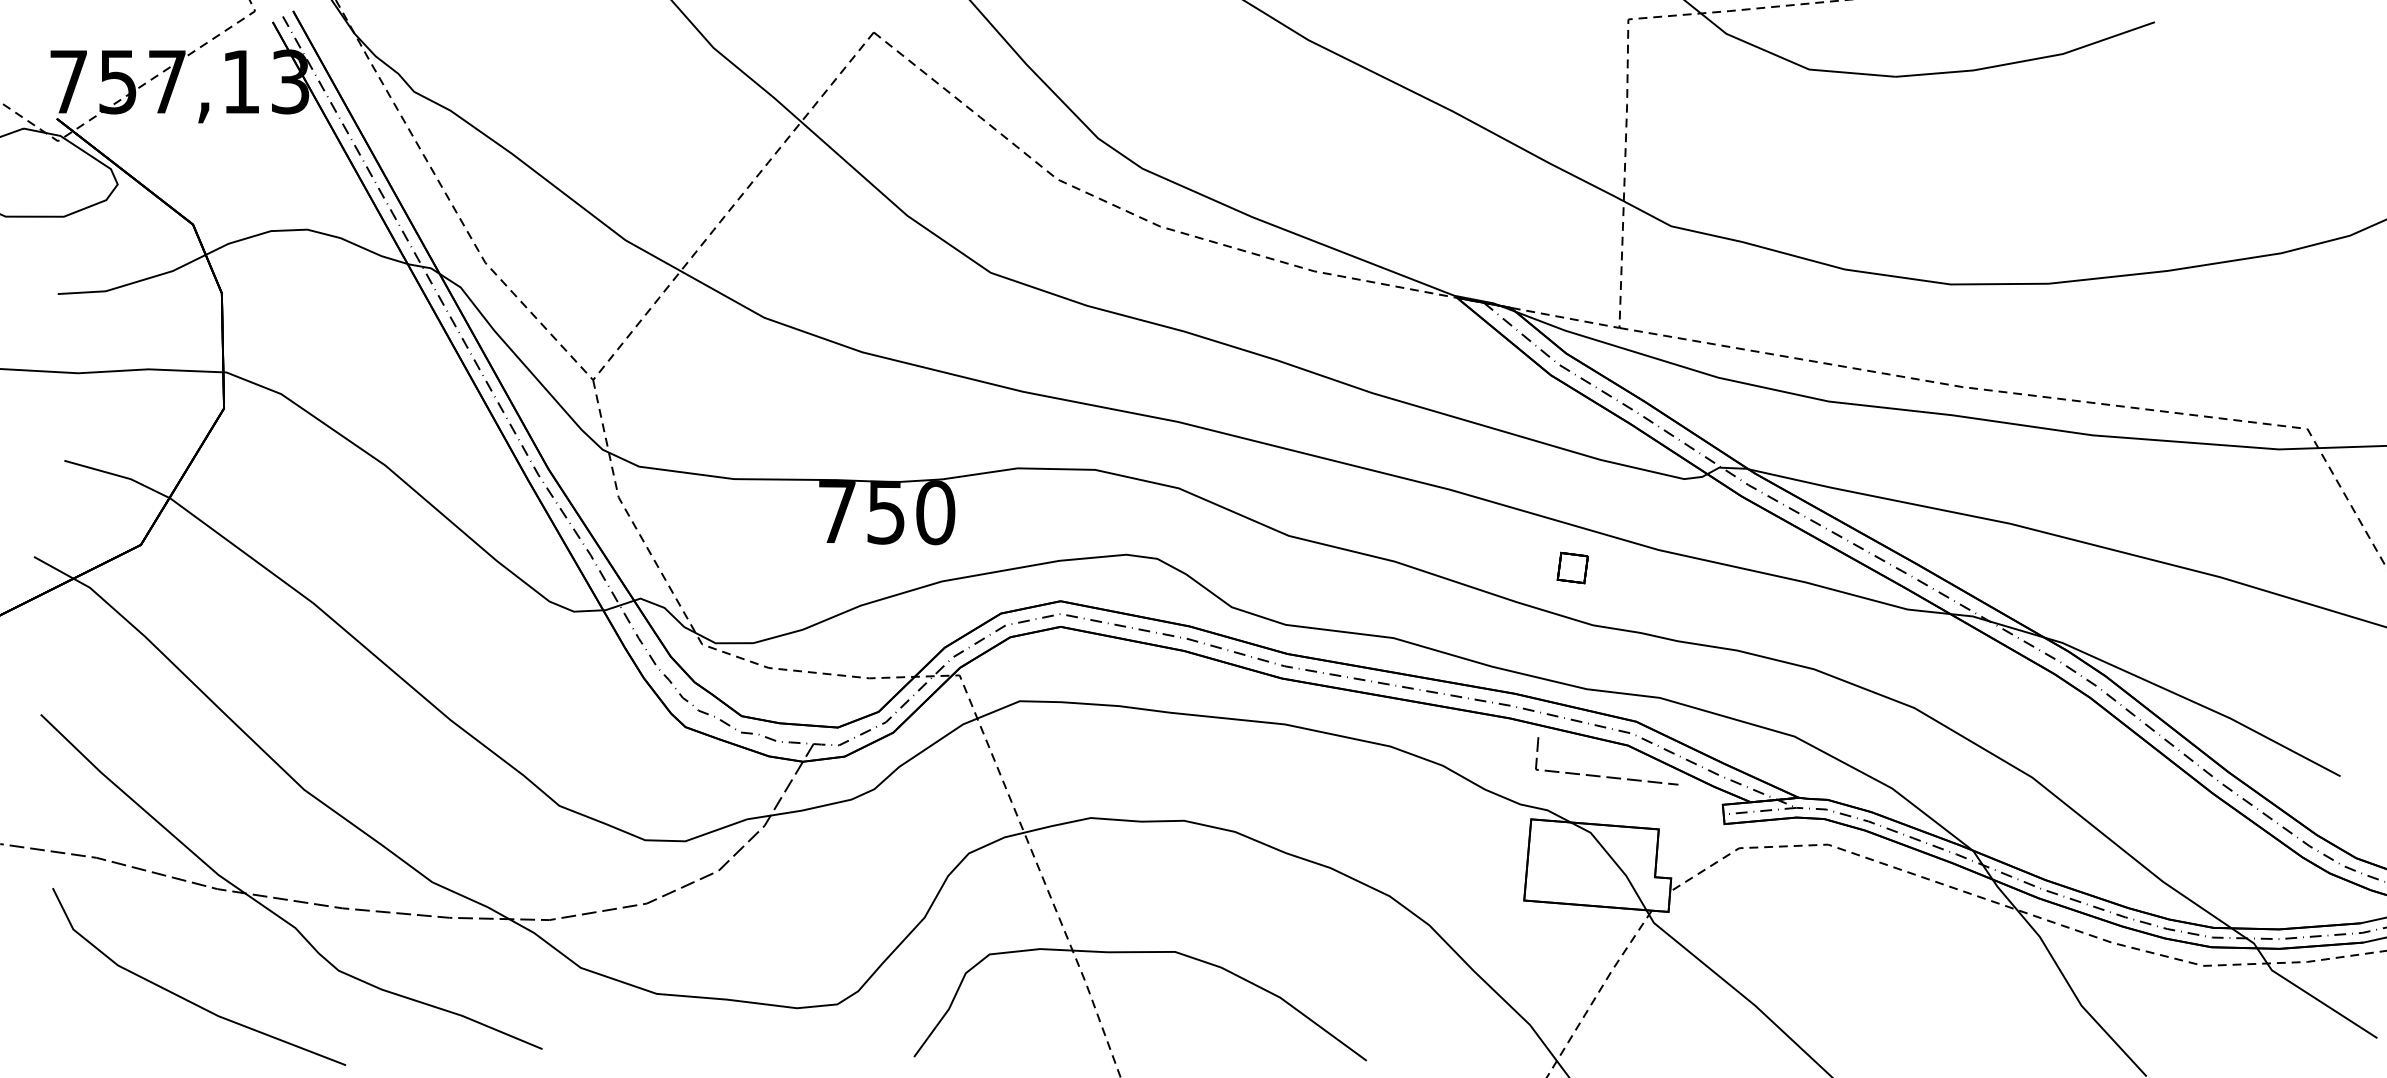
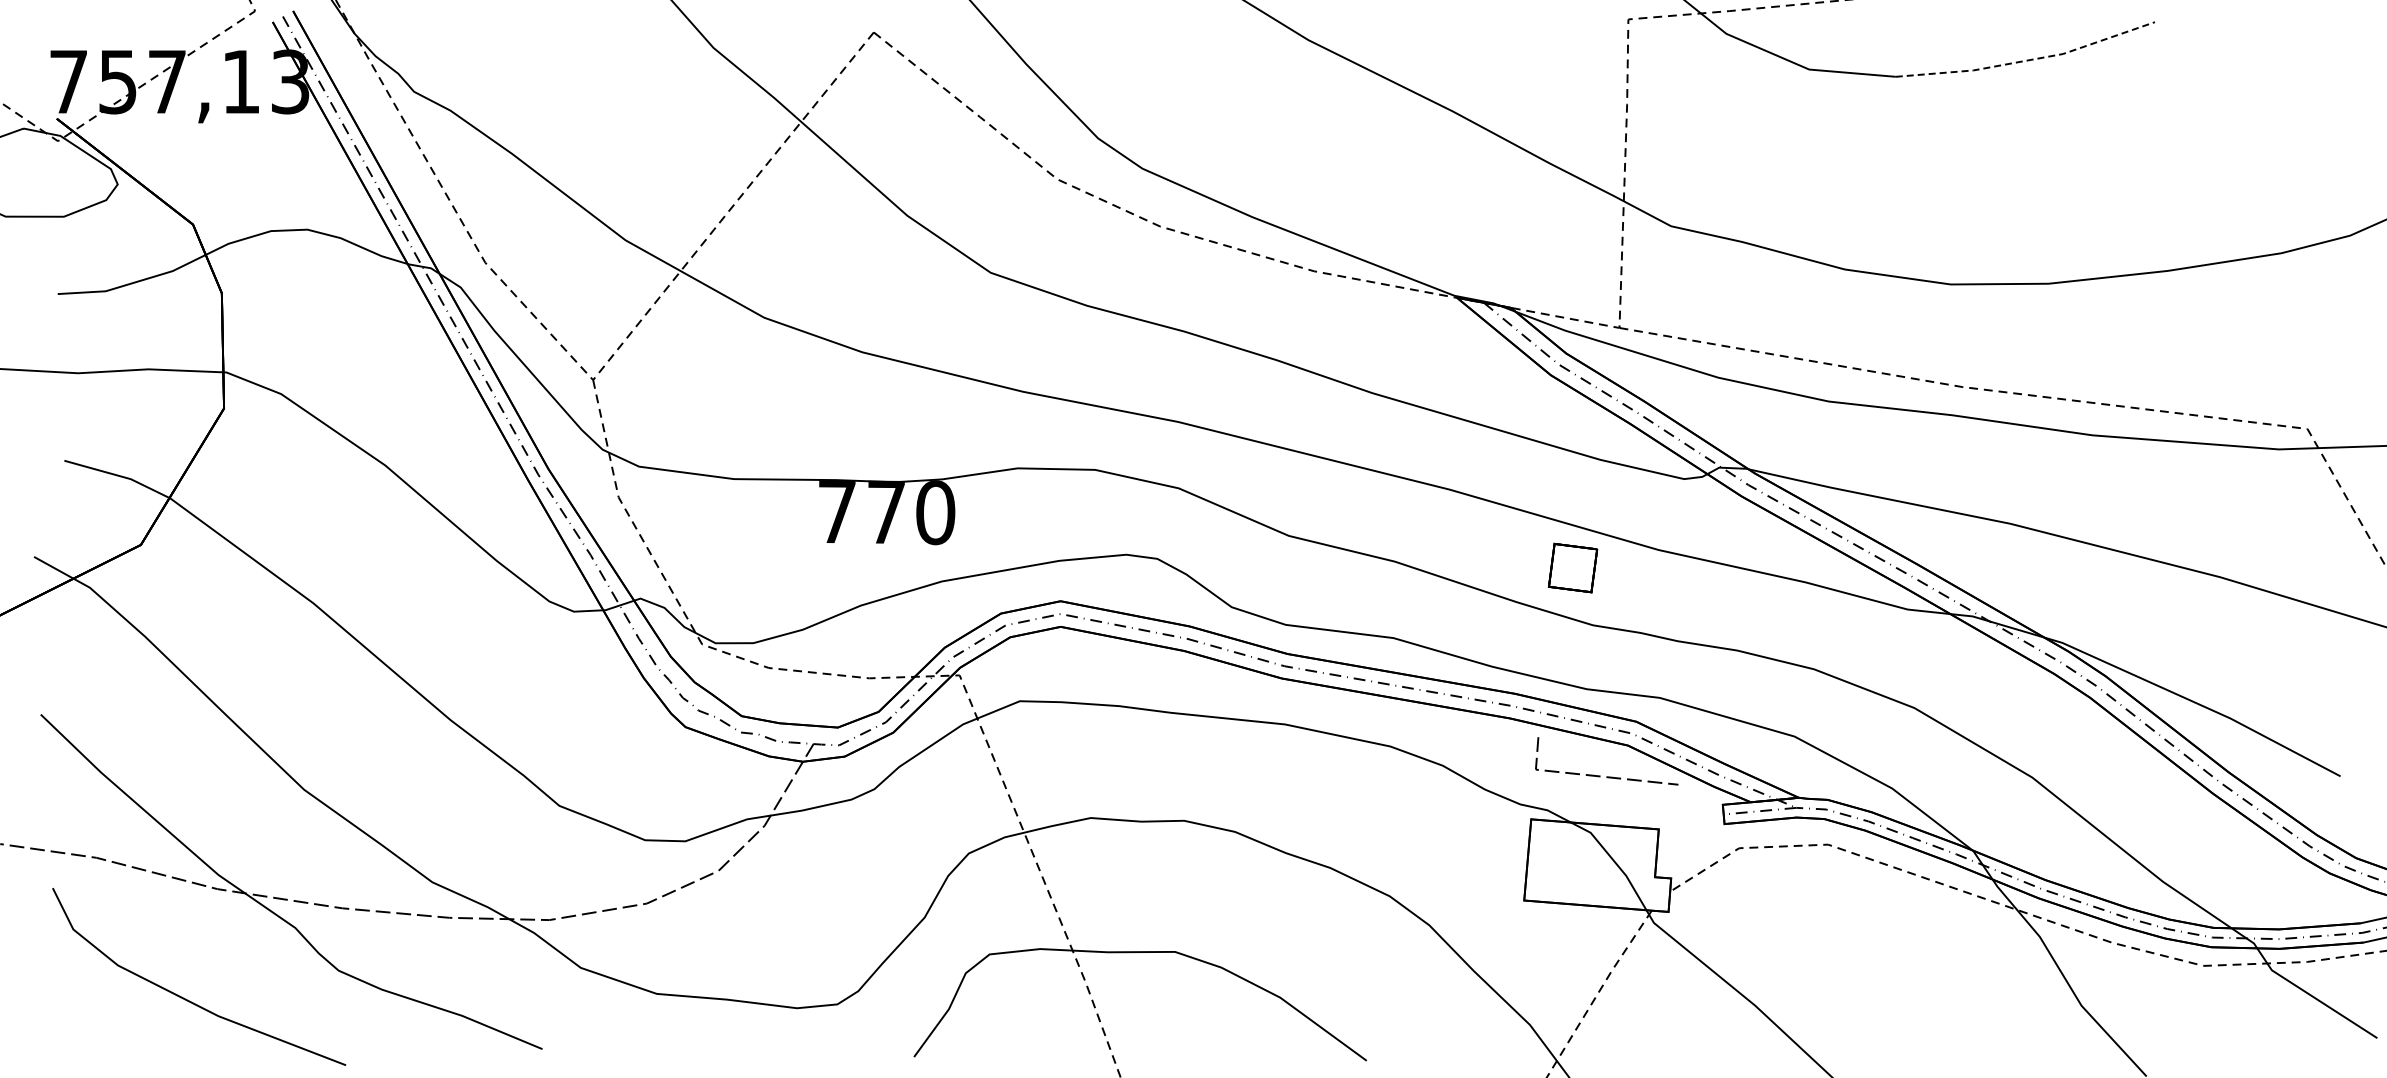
line at (2027, 60): solid -> dashed
text at (885, 512): 750 -> 770
part at (1572, 567) size: 33x34 px -> 52x52 px
